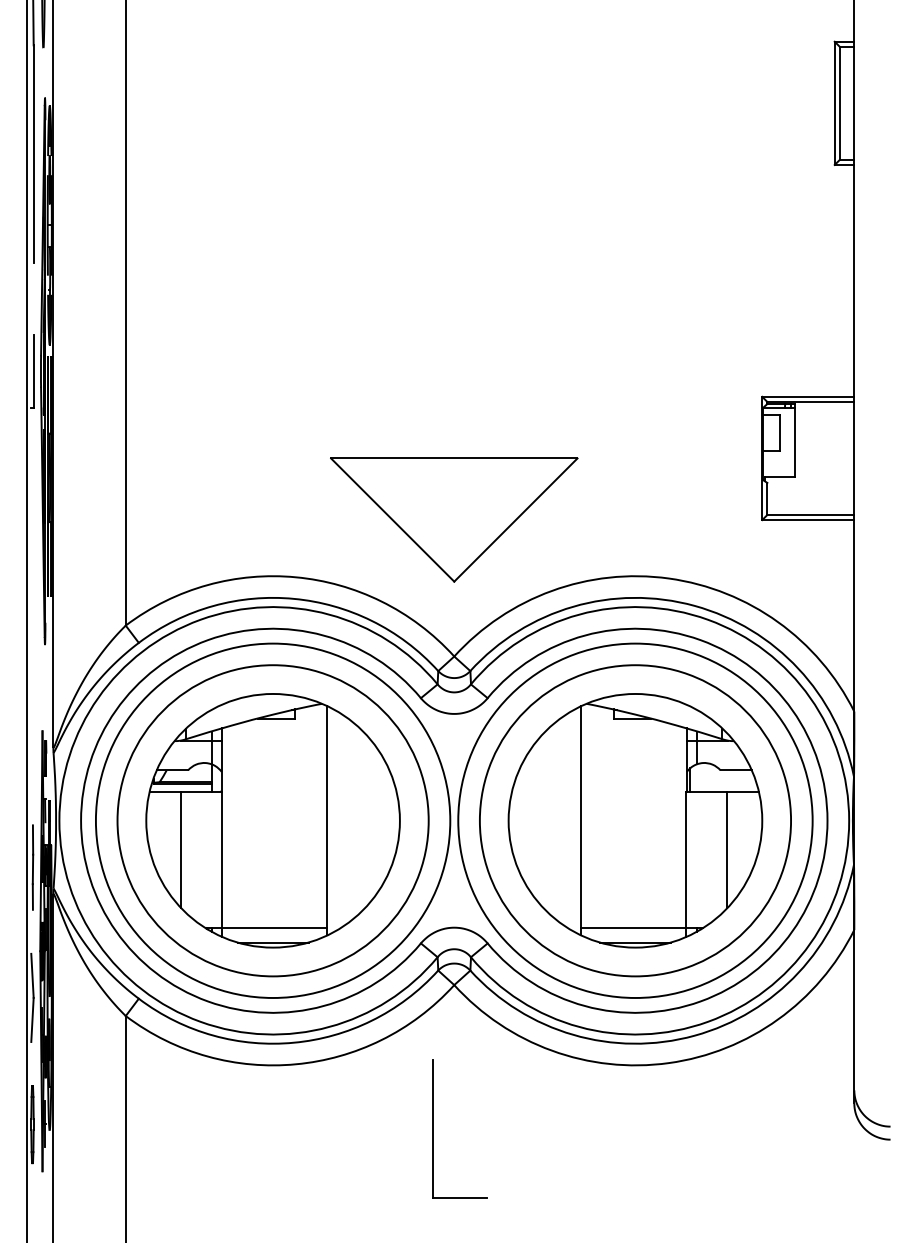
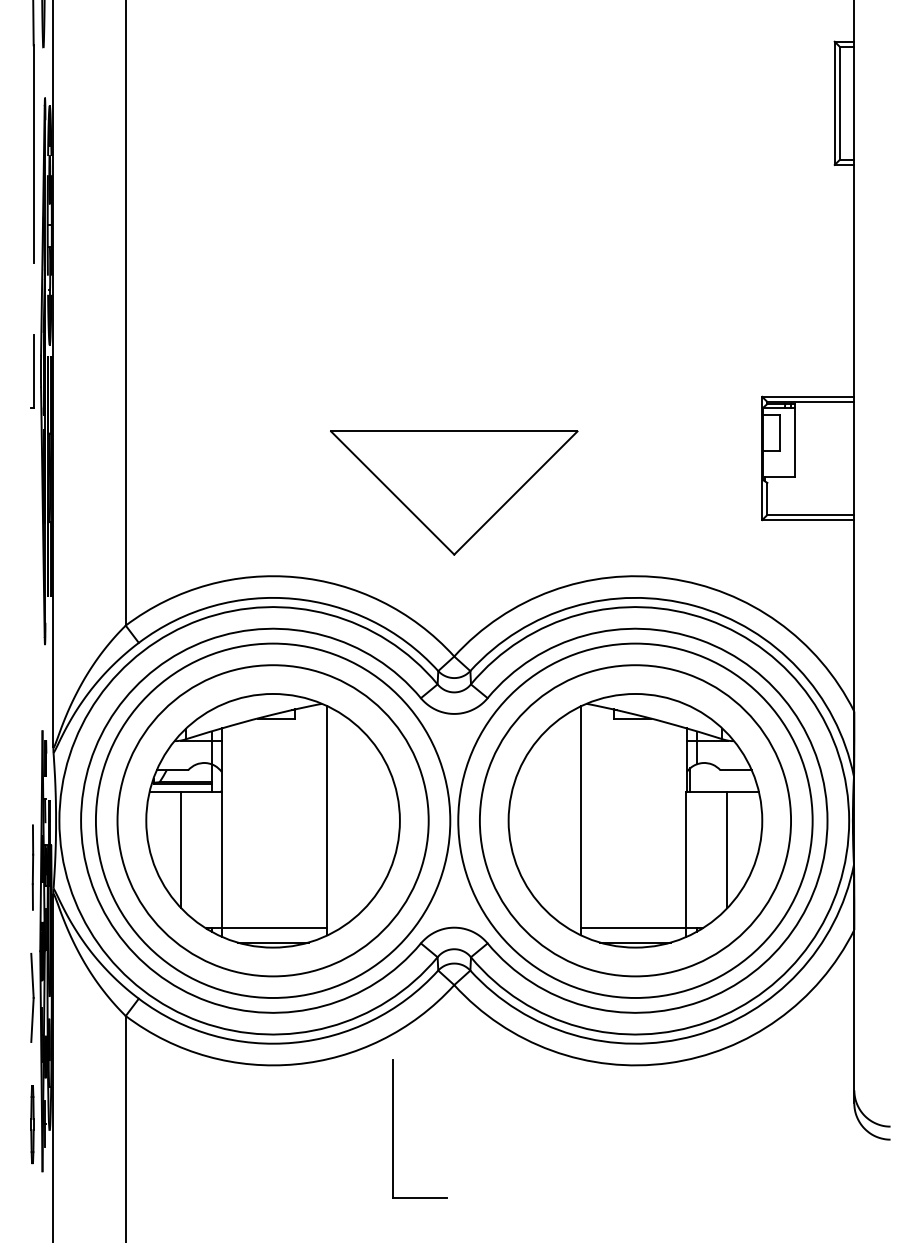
part at (454, 519) position: (454, 519) -> (454, 492)
line at (26, 620): present -> none
part at (433, 1128) position: (433, 1128) -> (393, 1128)
